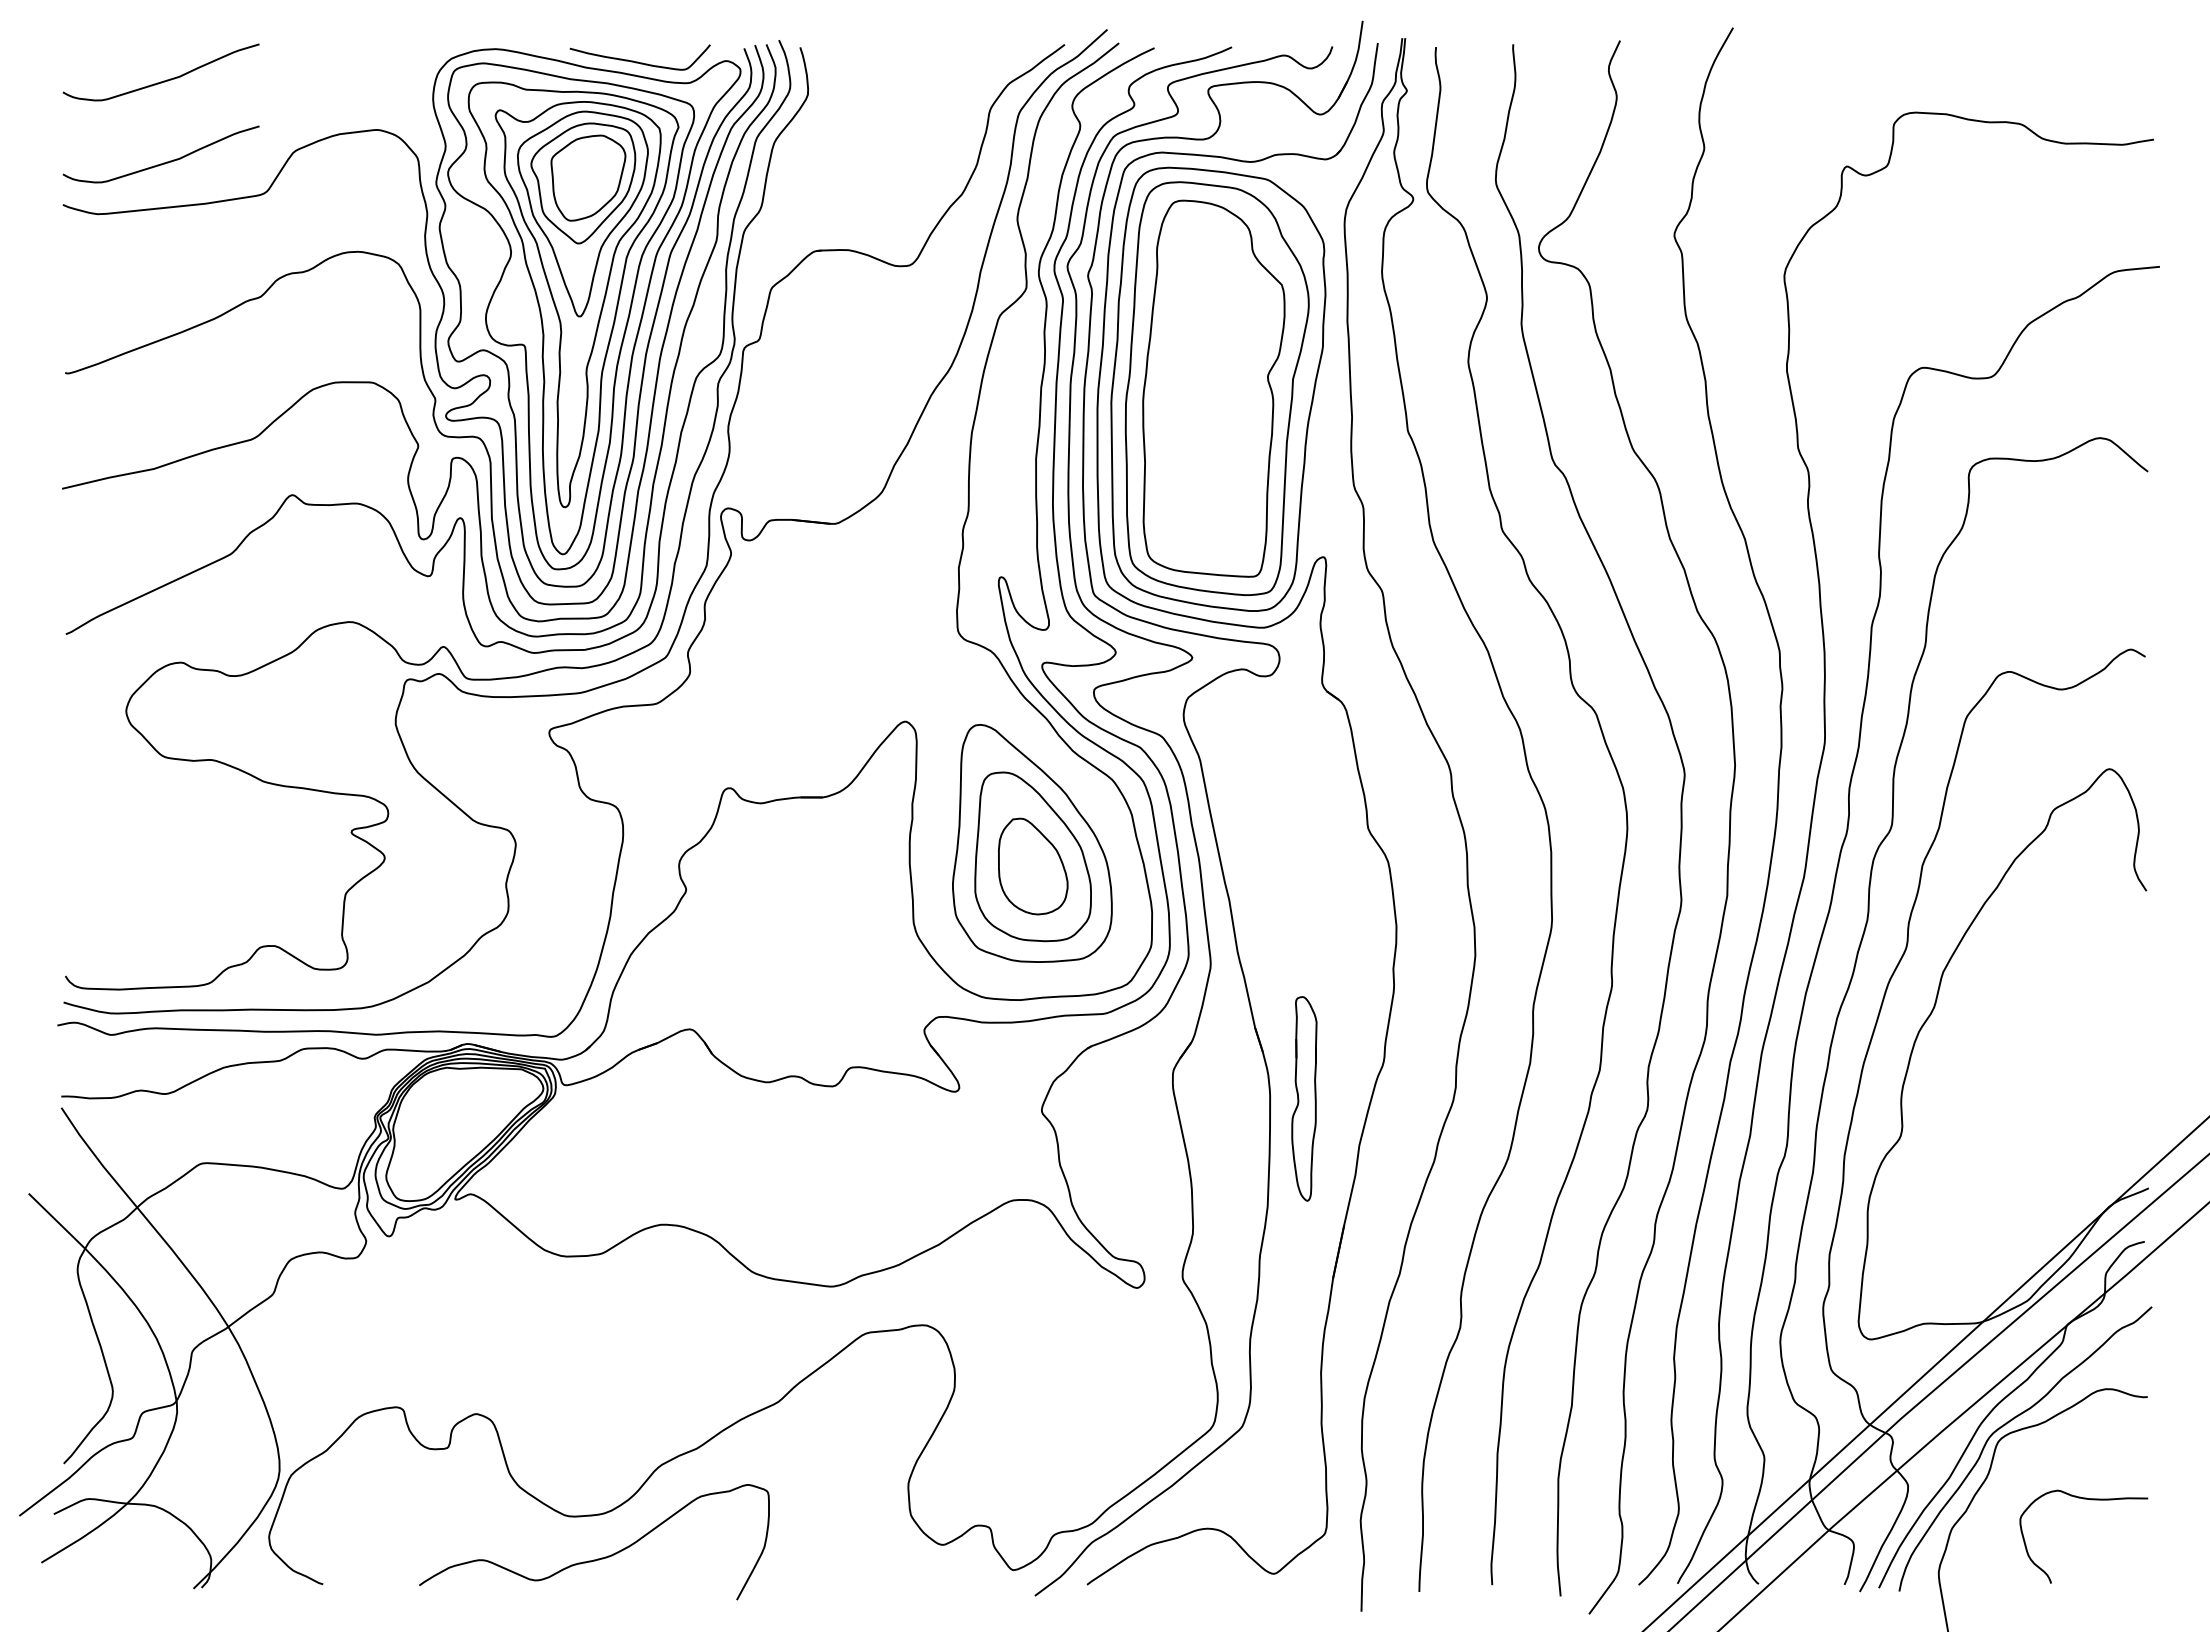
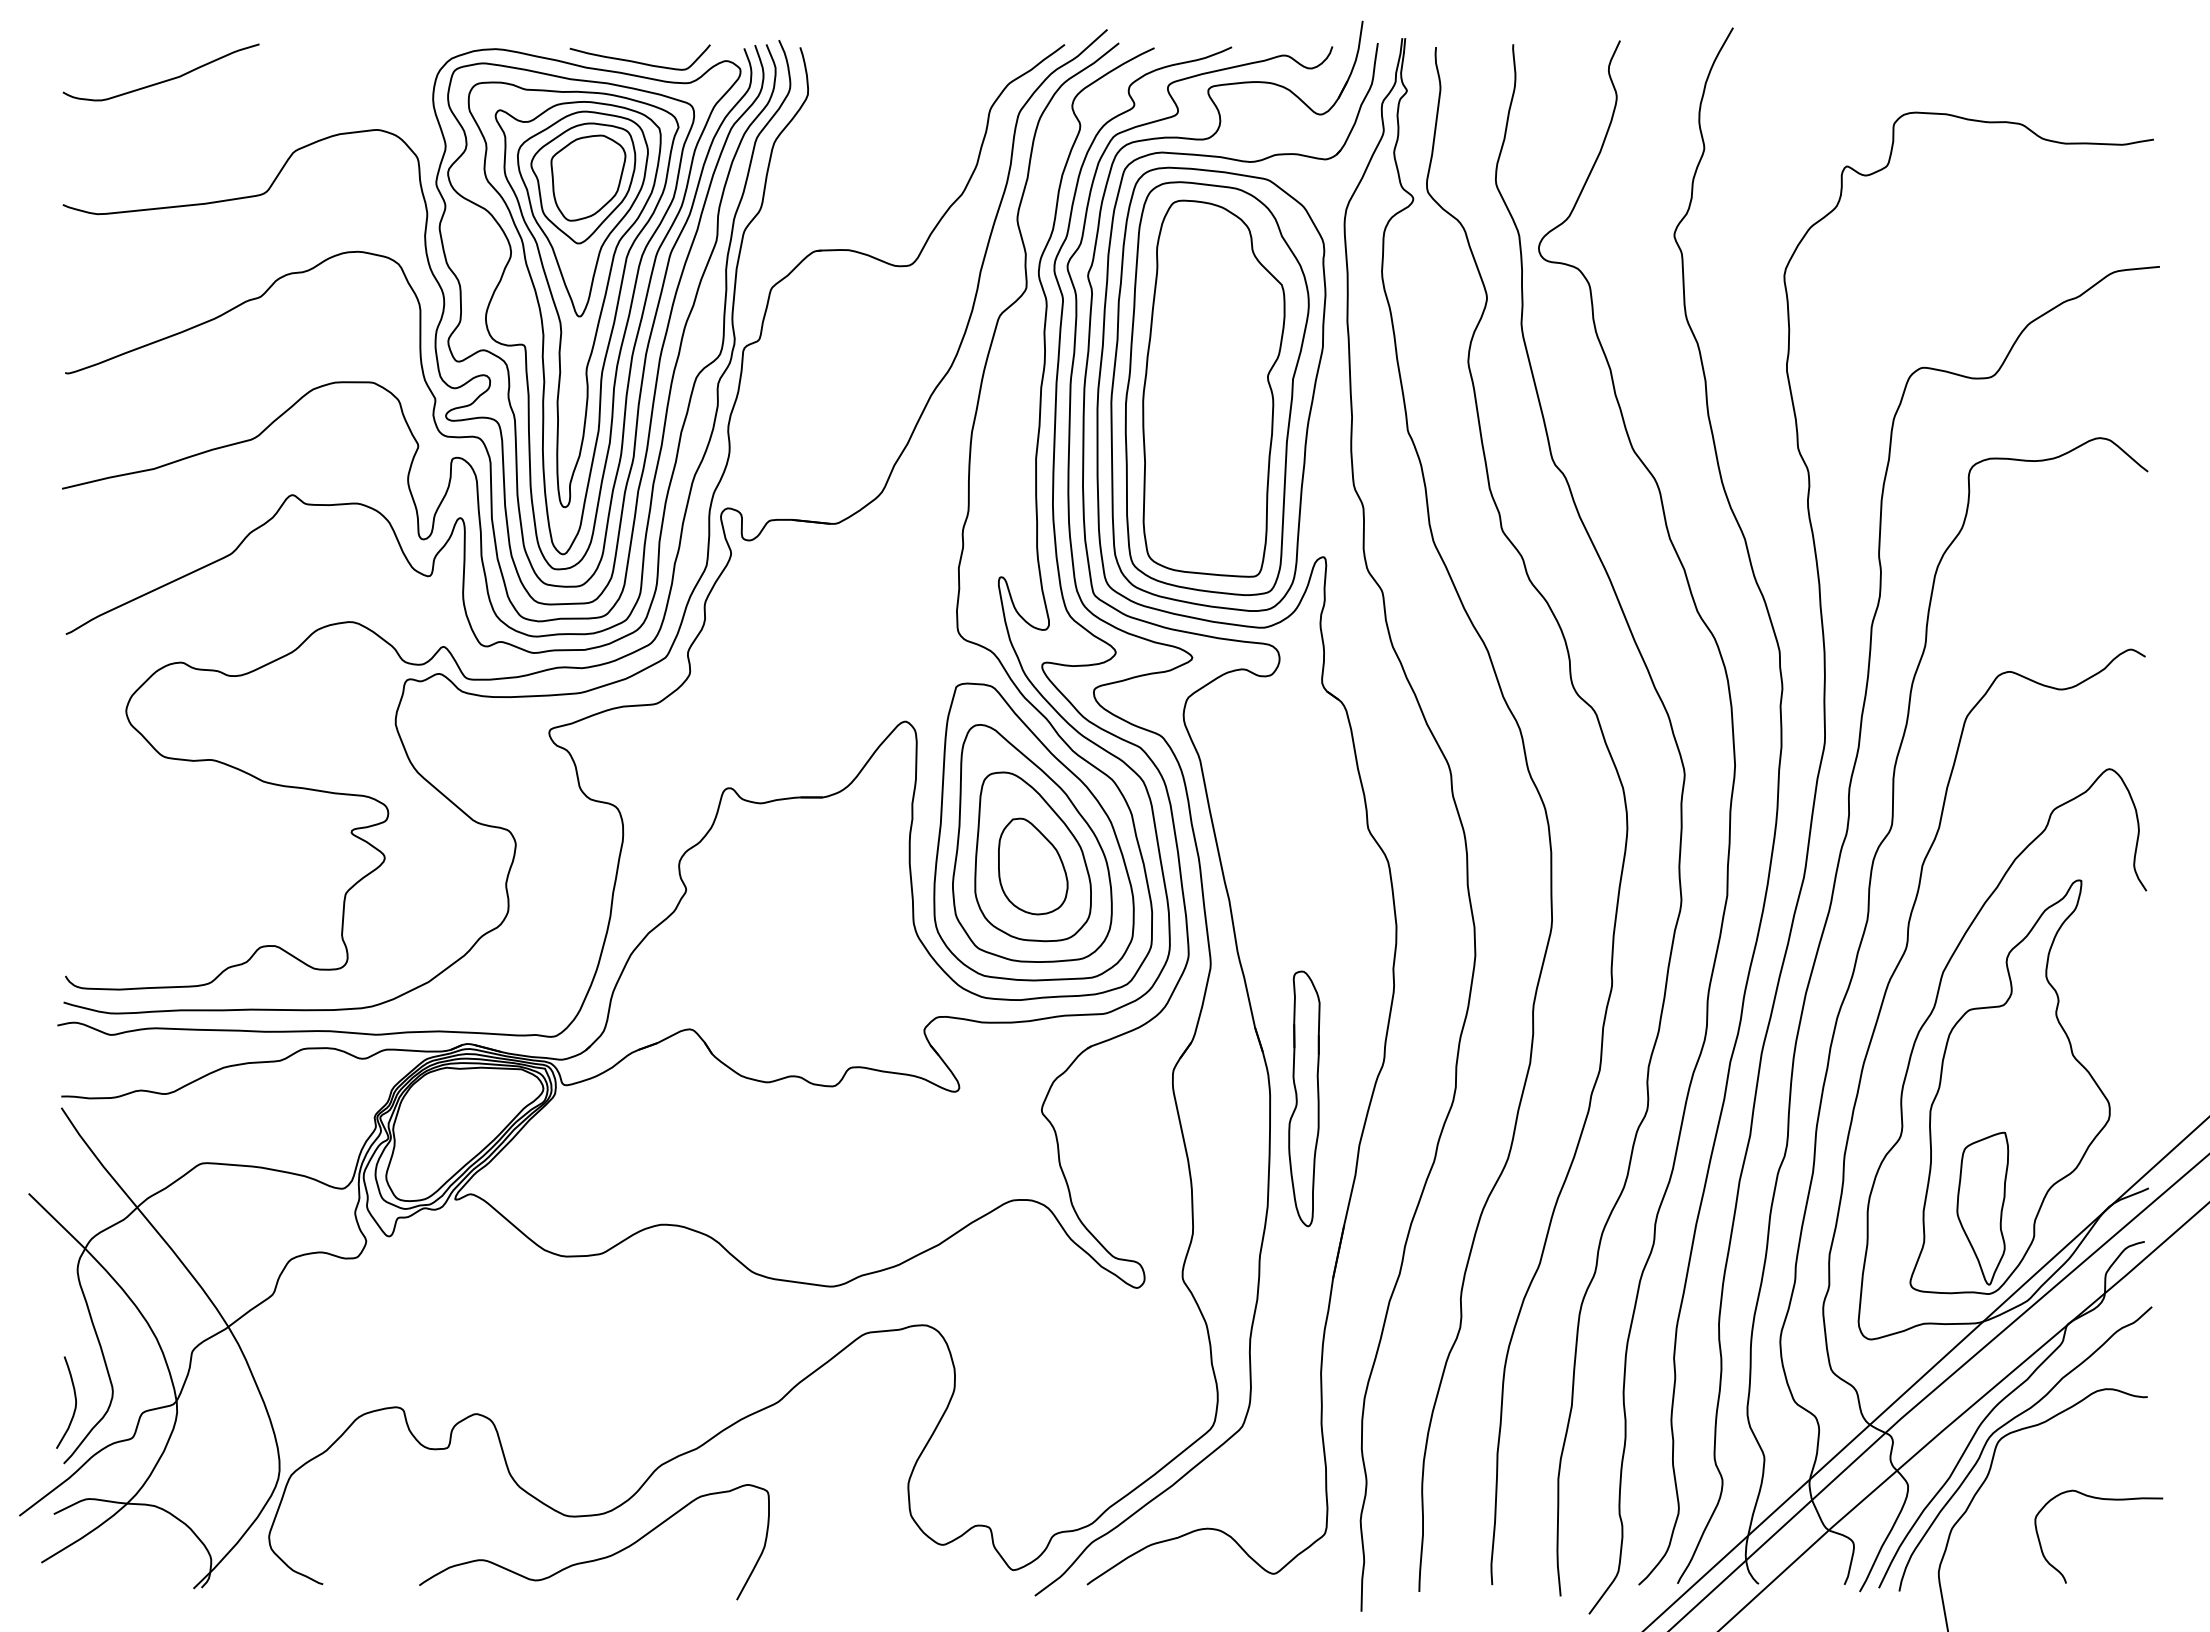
curve at (163, 162): present -> none
part at (1033, 831): none -> present
part at (2009, 1086): none -> present
part at (1304, 1098) size: 27x206 px -> 33x258 px
curve at (74, 1398): none -> present
curve at (2091, 1500) position: (2091, 1500) -> (2106, 1500)
